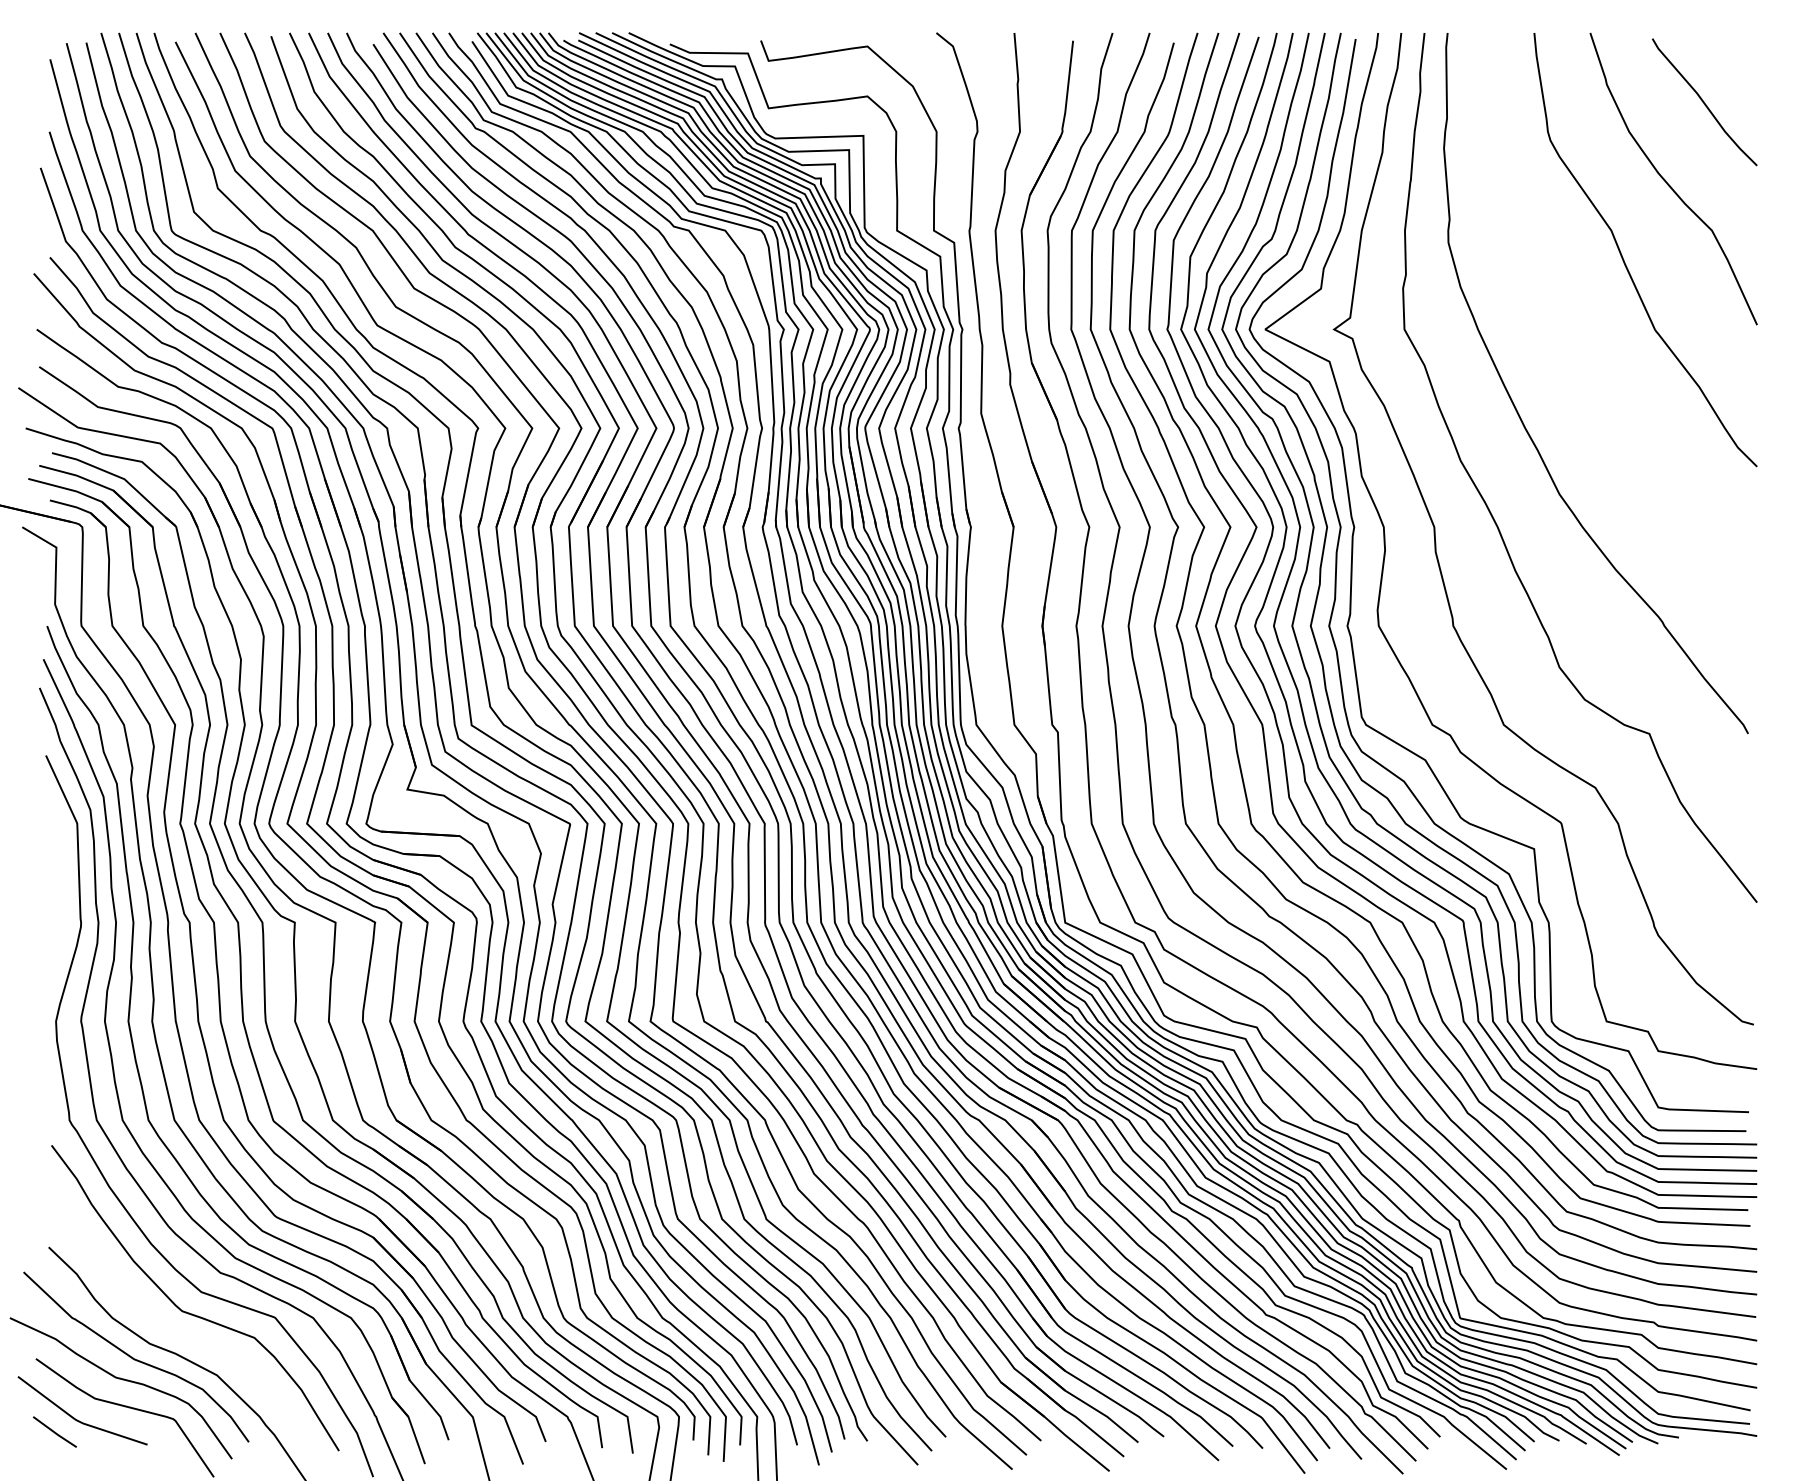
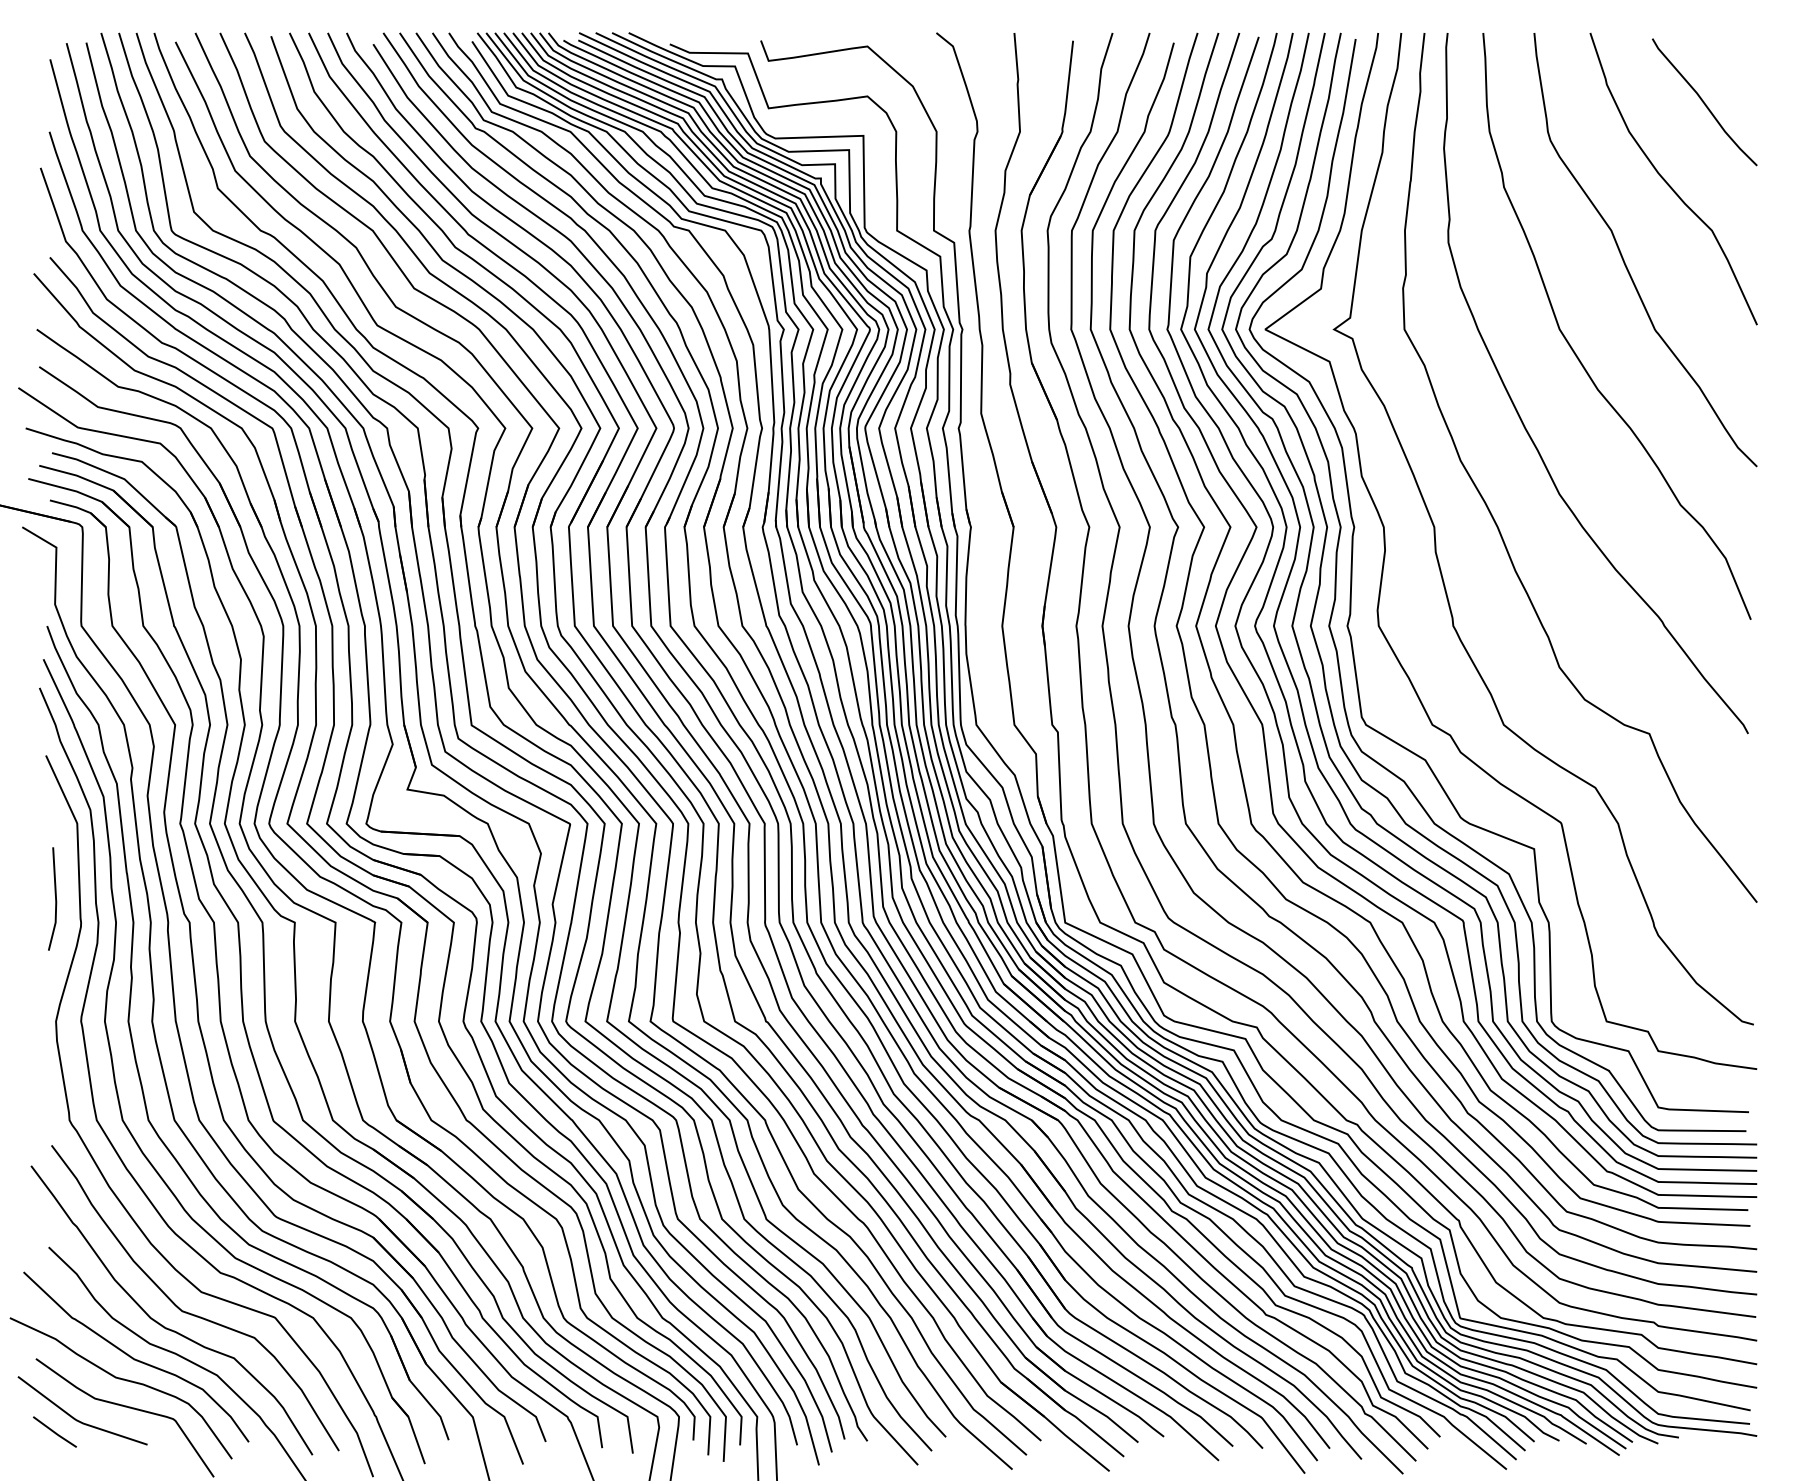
curve at (1576, 353): none -> present
line at (55, 898): none -> present
curve at (162, 1324): none -> present
